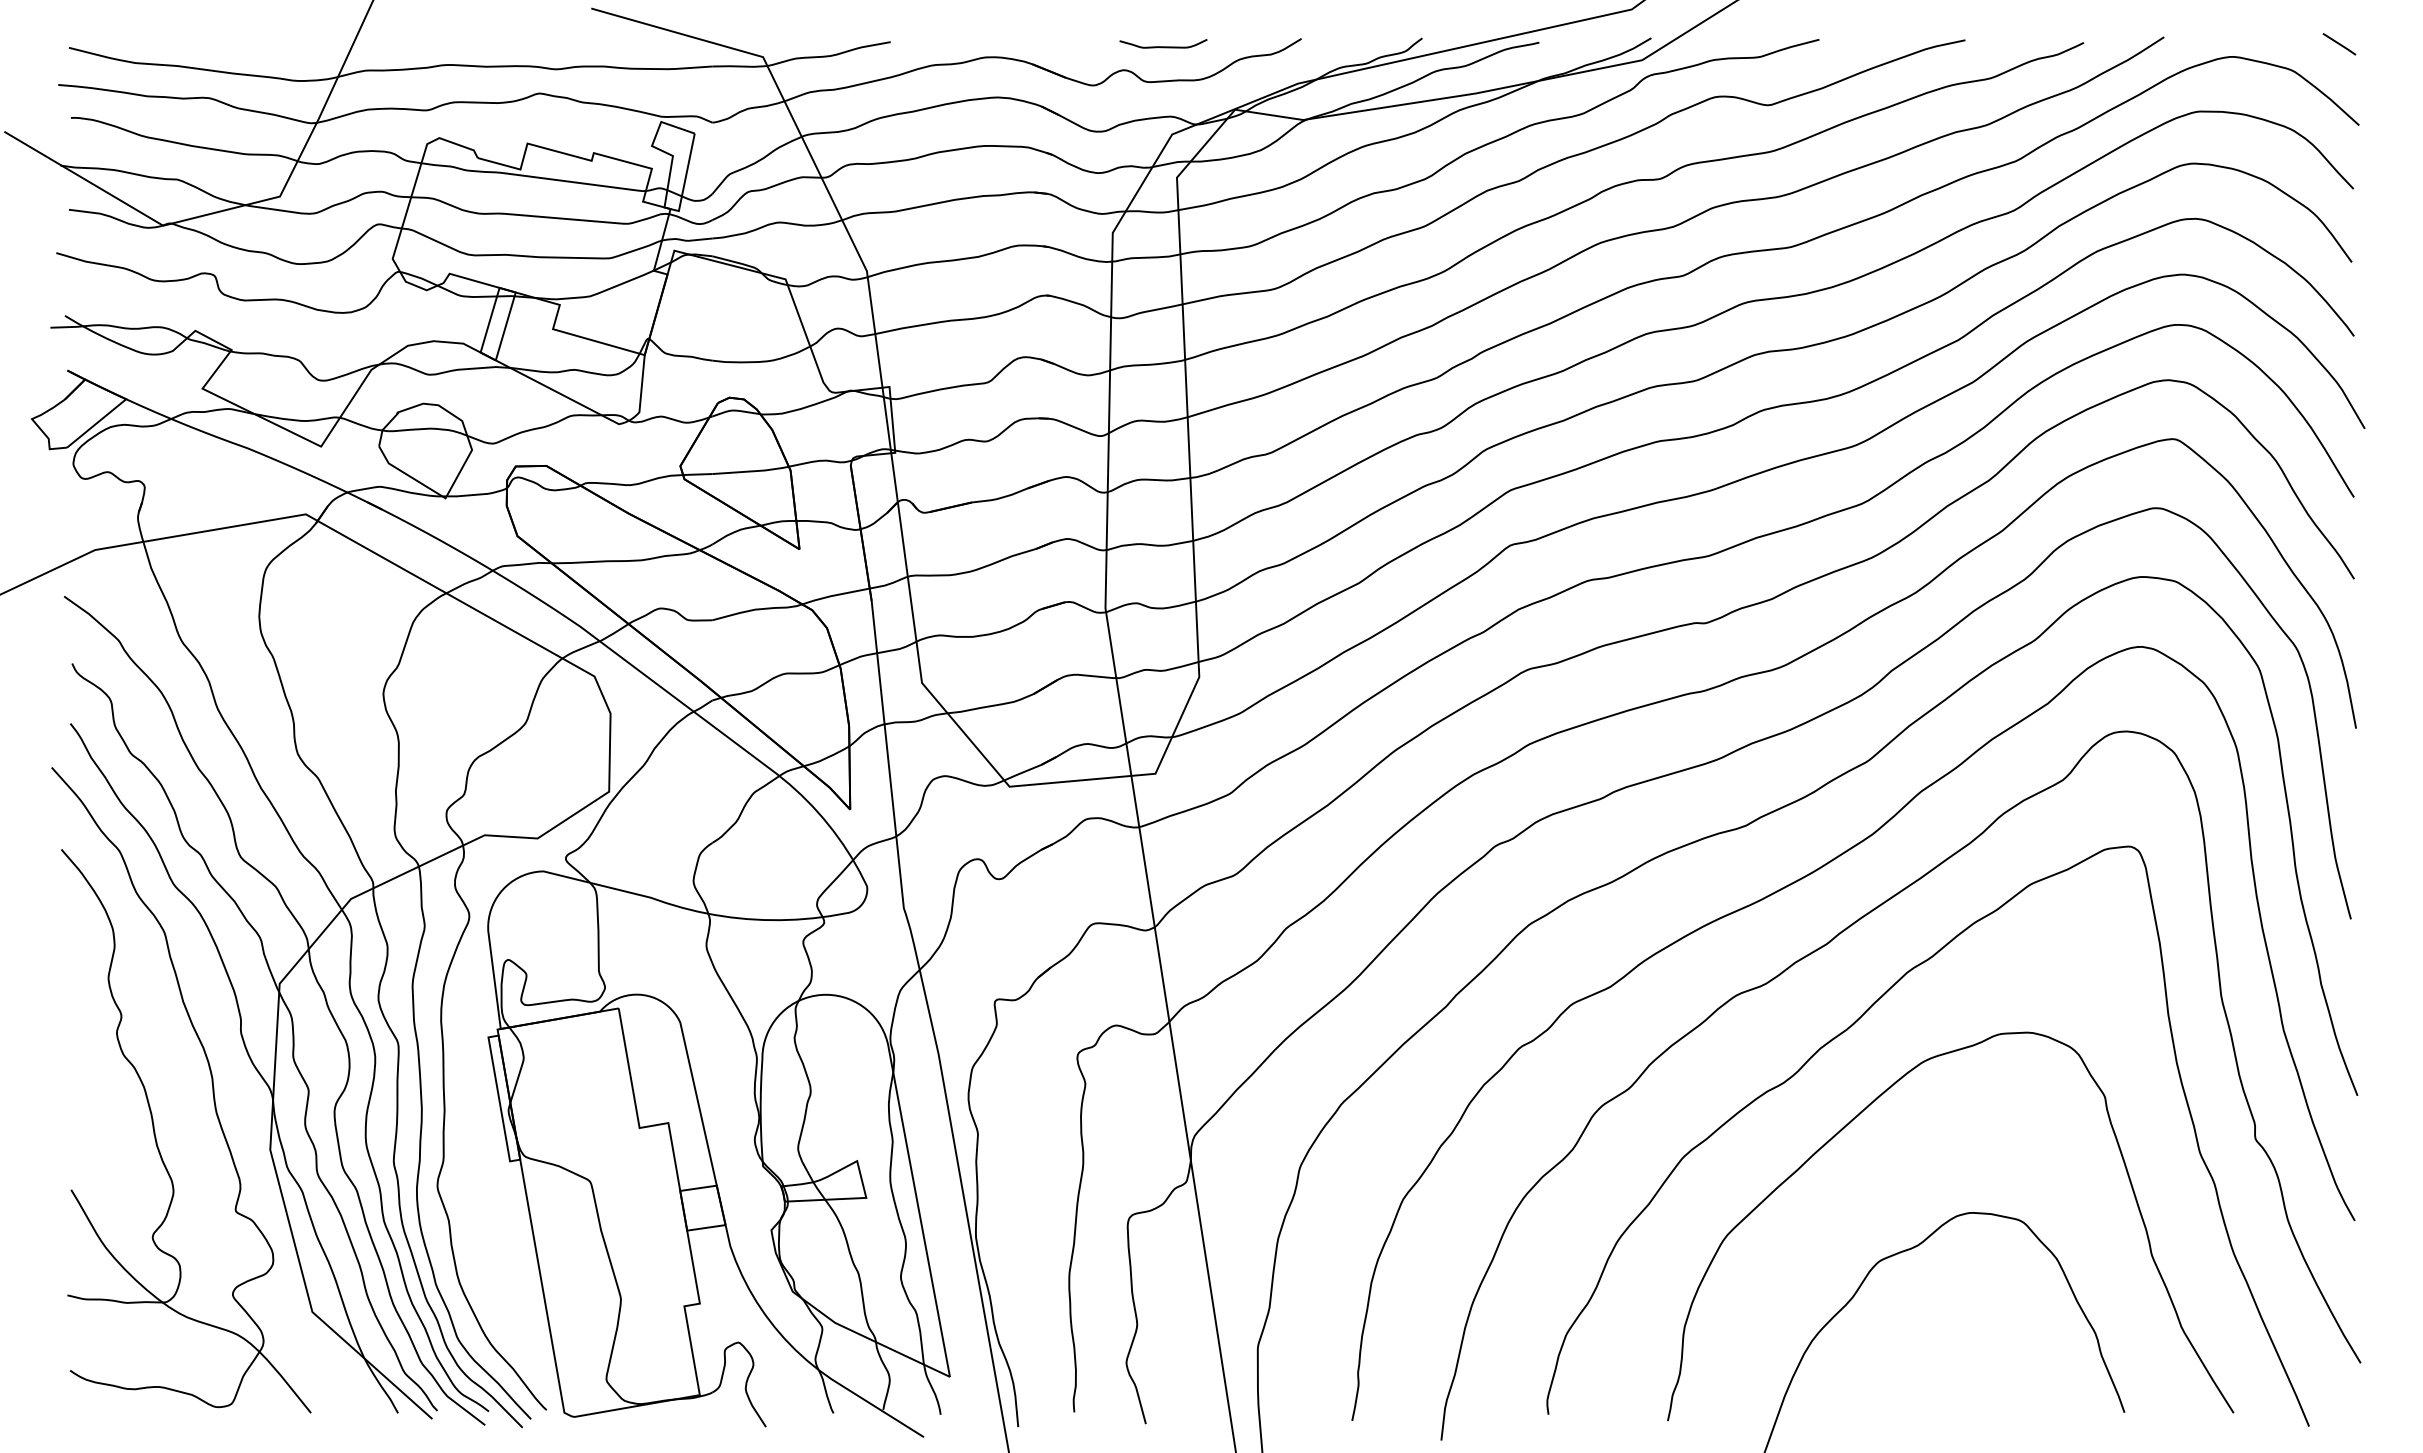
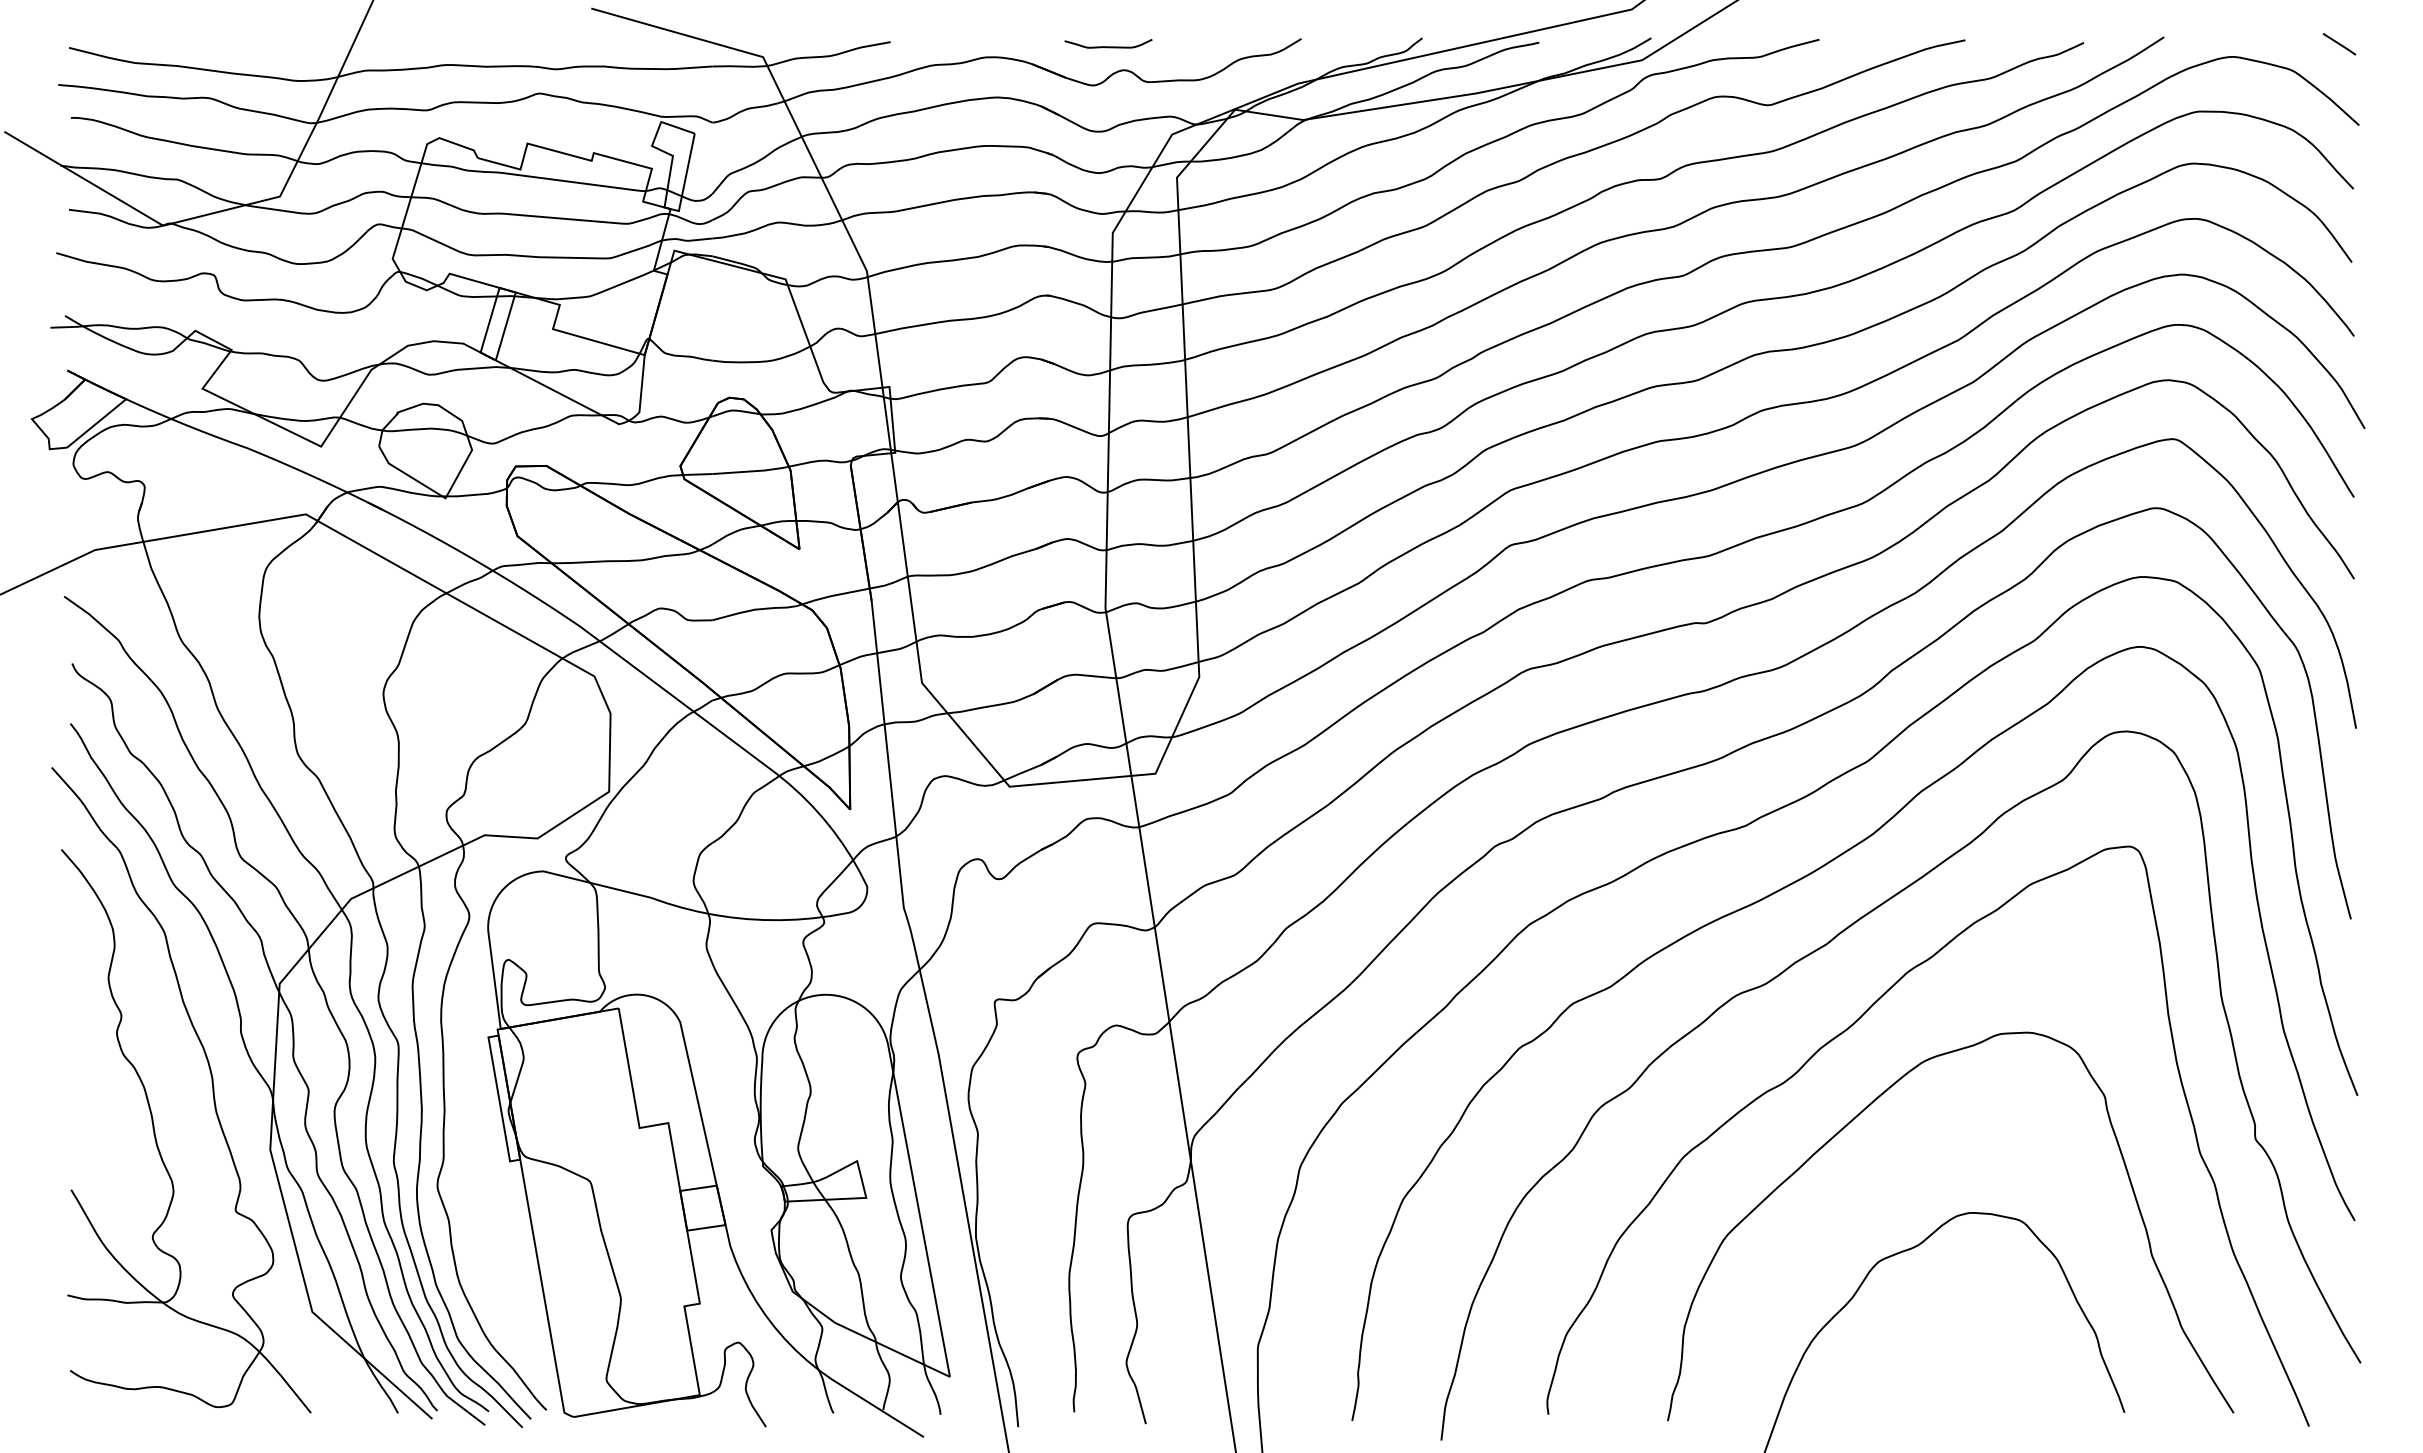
curve at (1163, 46) position: (1163, 46) -> (1108, 46)
